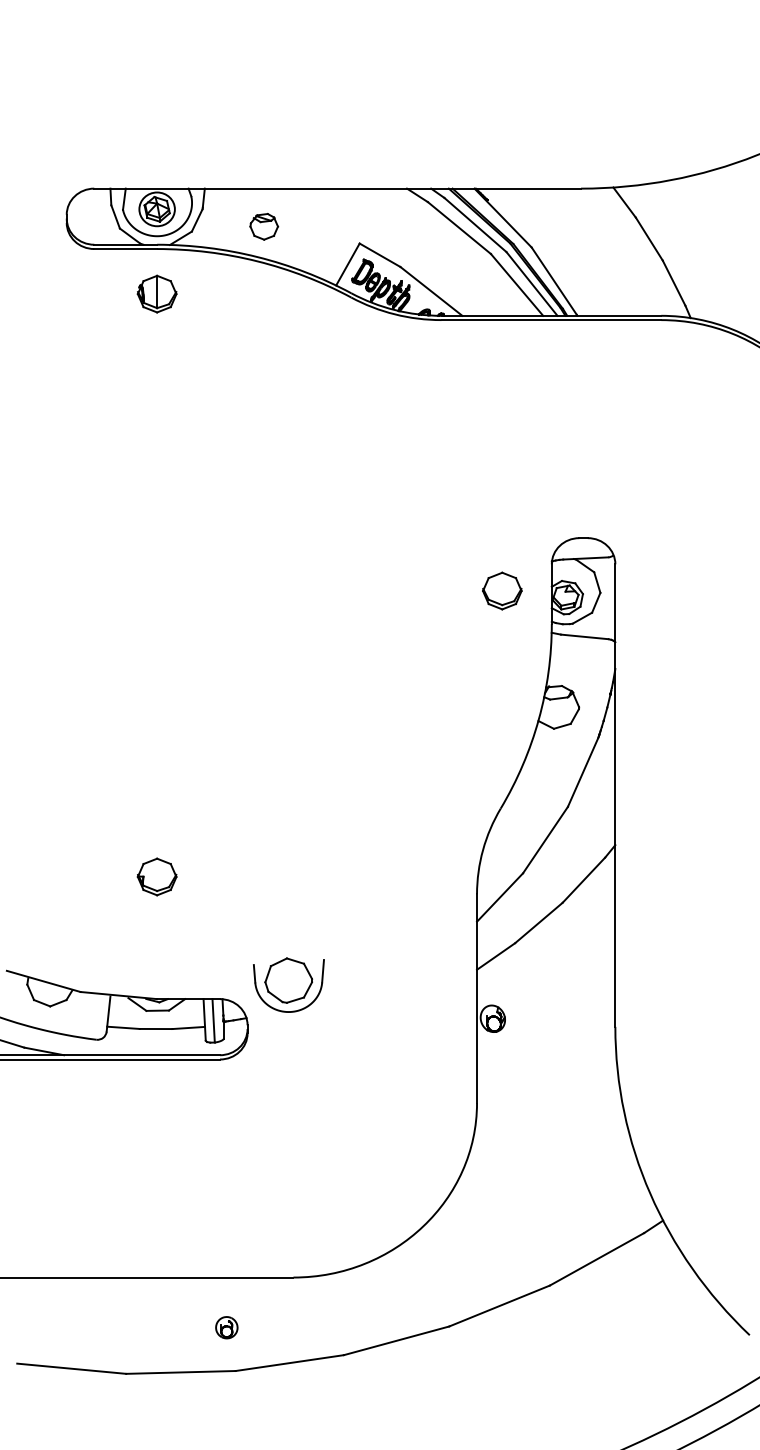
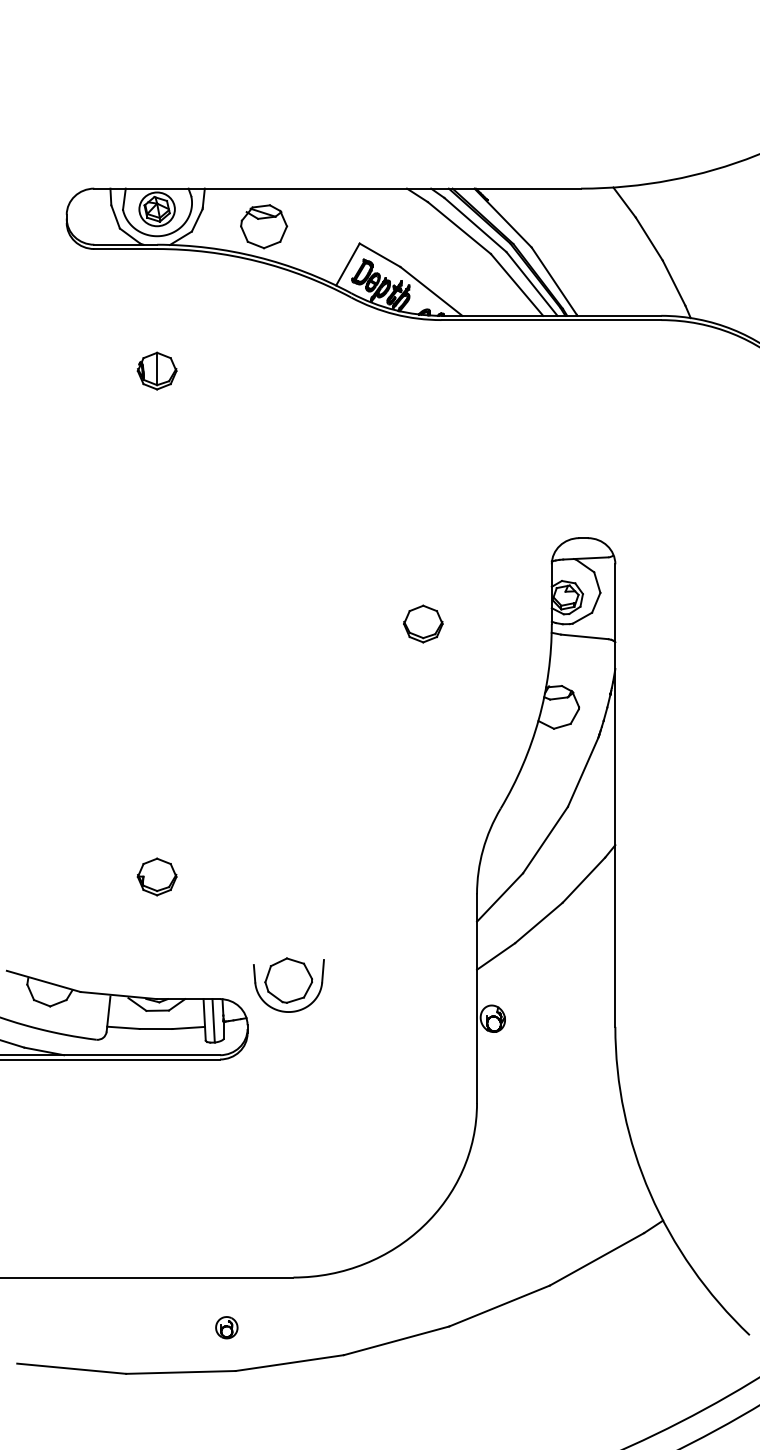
part at (264, 226) size: 31x28 px -> 49x46 px
part at (156, 293) position: (156, 293) -> (156, 370)
part at (502, 590) position: (502, 590) -> (423, 623)
